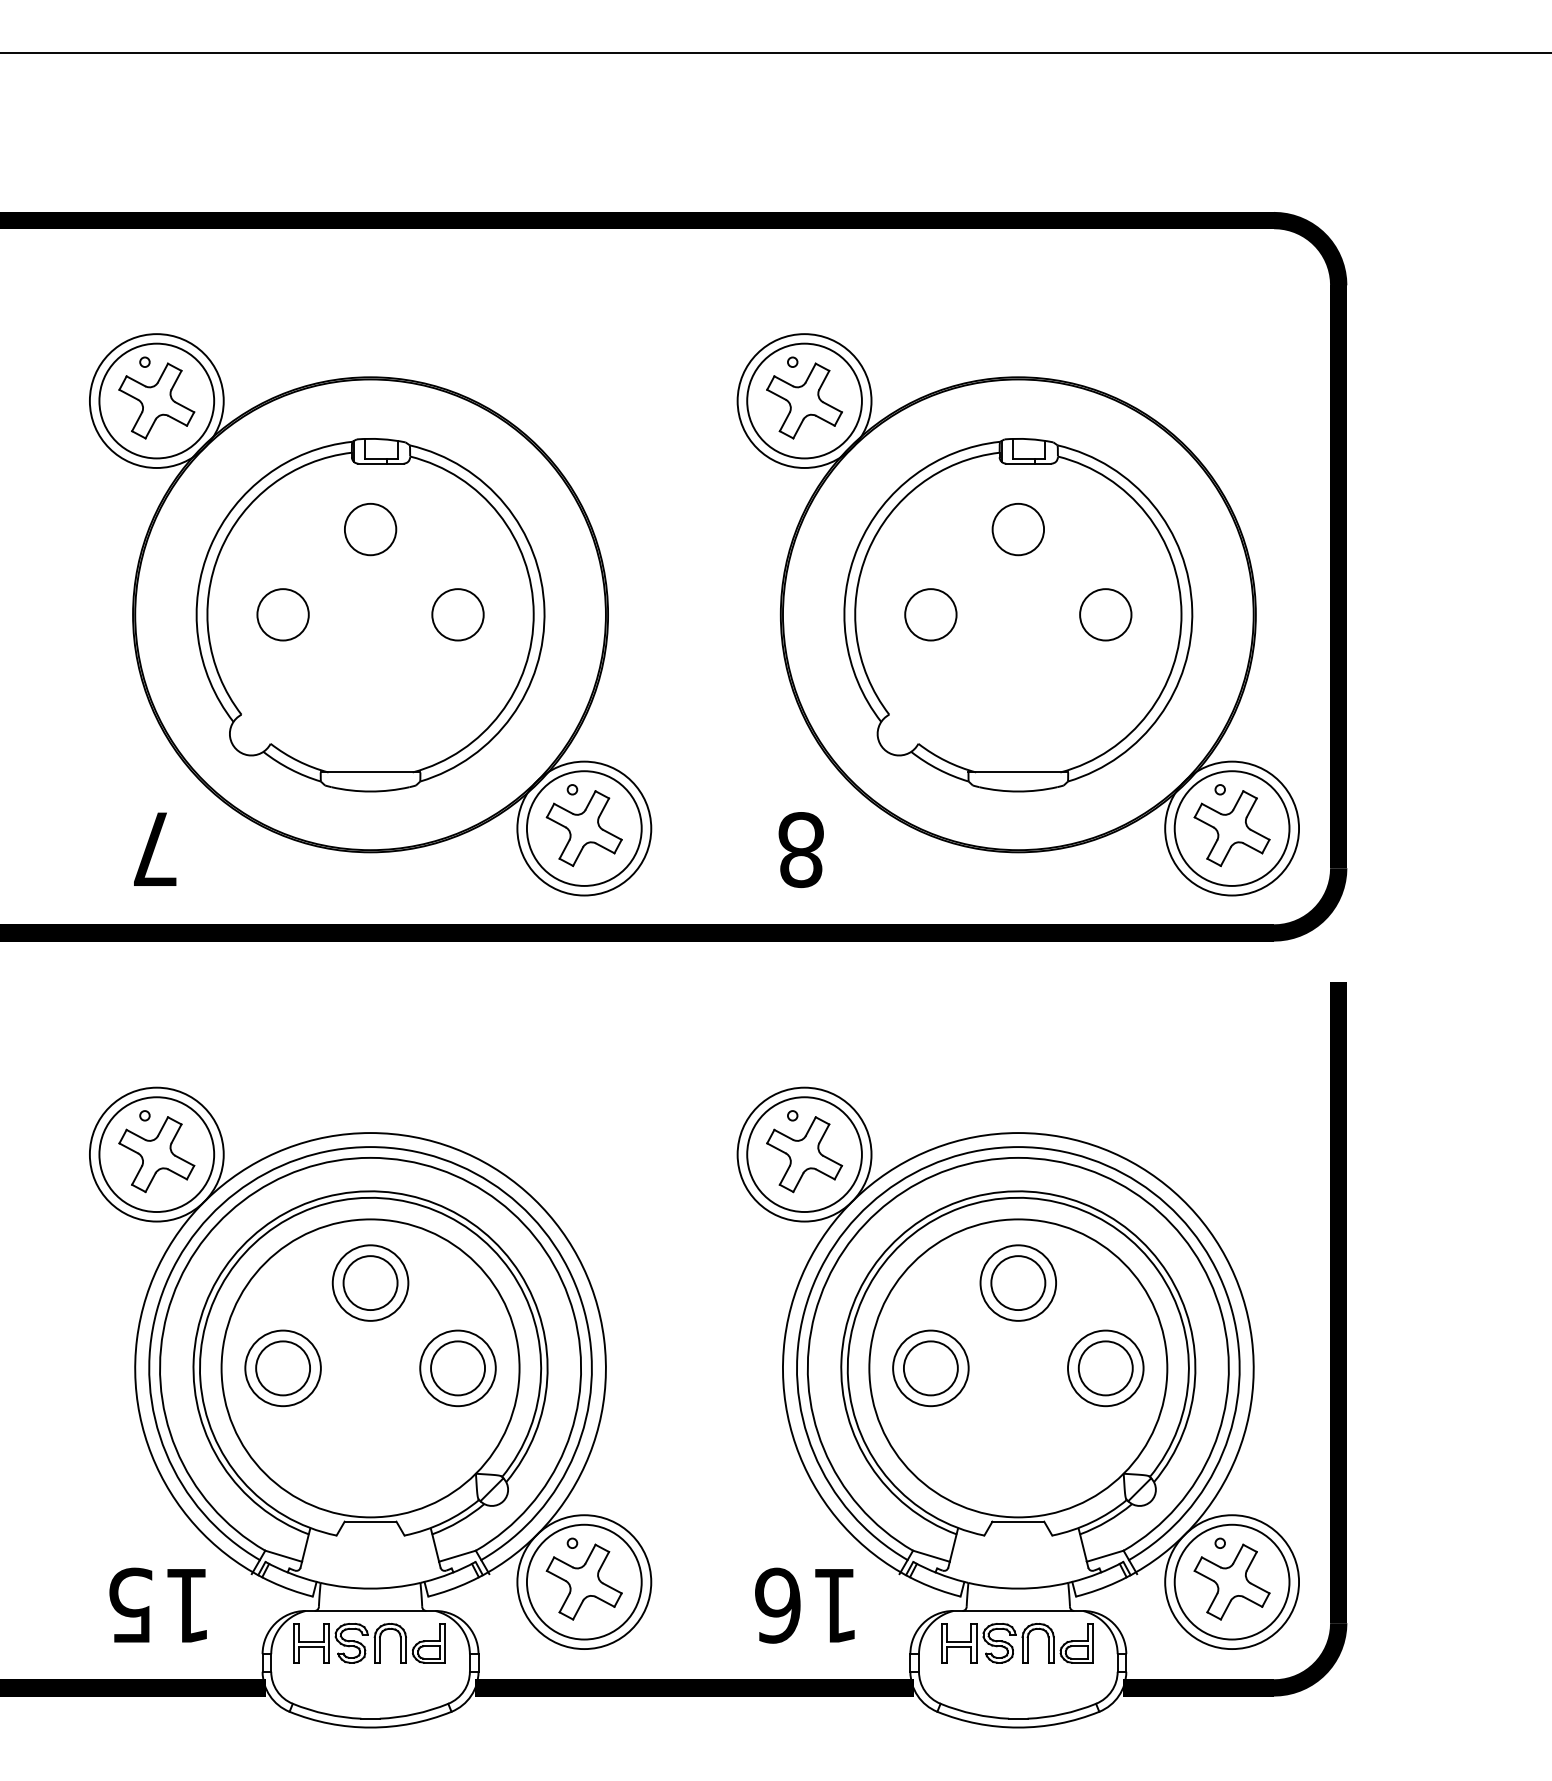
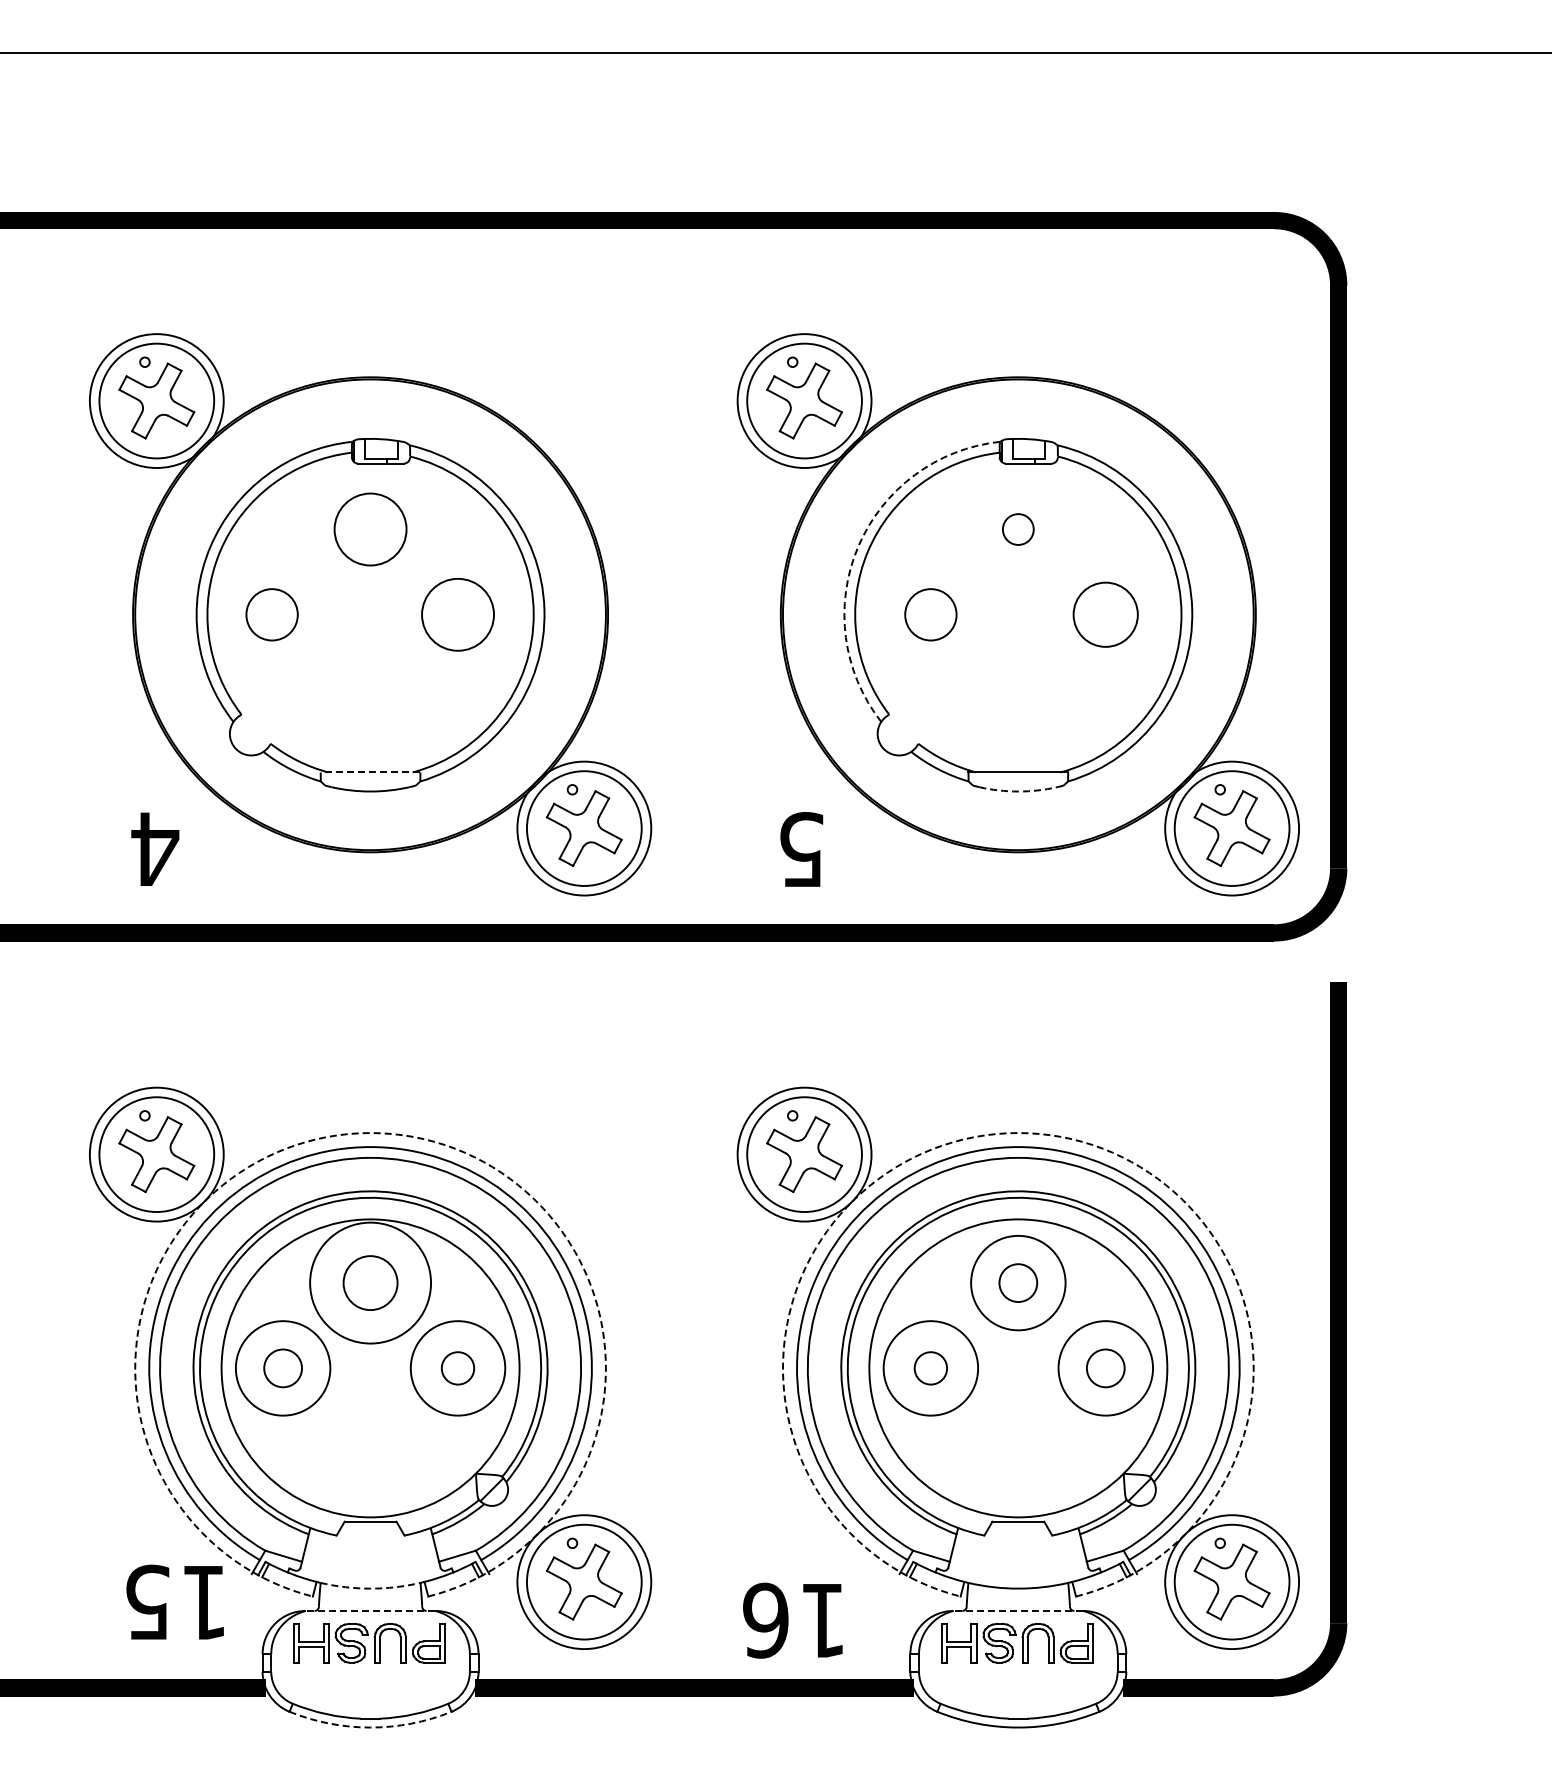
circle at (370, 529) diameter: 51 px -> 72 px
circle at (1018, 529) diameter: 51 px -> 31 px
arc at (858, 546): solid -> dashed
circle at (282, 614) position: (282, 614) -> (271, 614)
circle at (457, 614) diameter: 51 px -> 72 px
circle at (1105, 614) size: 54x54 px -> 67x67 px
line at (370, 772): solid -> dashed
arc at (1018, 791): solid -> dashed
text at (155, 848): 7 -> 4
text at (800, 850): 8 -> 5
arc at (370, 1133): solid -> dashed
arc at (1018, 1133): solid -> dashed
circle at (370, 1282) diameter: 76 px -> 121 px
circle at (1018, 1282) diameter: 76 px -> 94 px
circle at (1018, 1283) diameter: 54 px -> 38 px
circle at (282, 1368) diameter: 76 px -> 94 px
circle at (283, 1368) diameter: 54 px -> 38 px
circle at (457, 1368) diameter: 76 px -> 94 px
circle at (458, 1368) diameter: 54 px -> 32 px
circle at (930, 1368) diameter: 54 px -> 32 px
circle at (930, 1368) diameter: 76 px -> 94 px
circle at (1105, 1368) diameter: 54 px -> 38 px
circle at (1105, 1368) diameter: 76 px -> 94 px
arc at (370, 1588): solid -> dashed
text at (157, 1604) position: (157, 1604) -> (174, 1601)
text at (804, 1605) position: (804, 1605) -> (792, 1620)
line at (370, 1610): solid -> dashed
line at (1018, 1610): solid -> dashed
arc at (370, 1727): solid -> dashed
